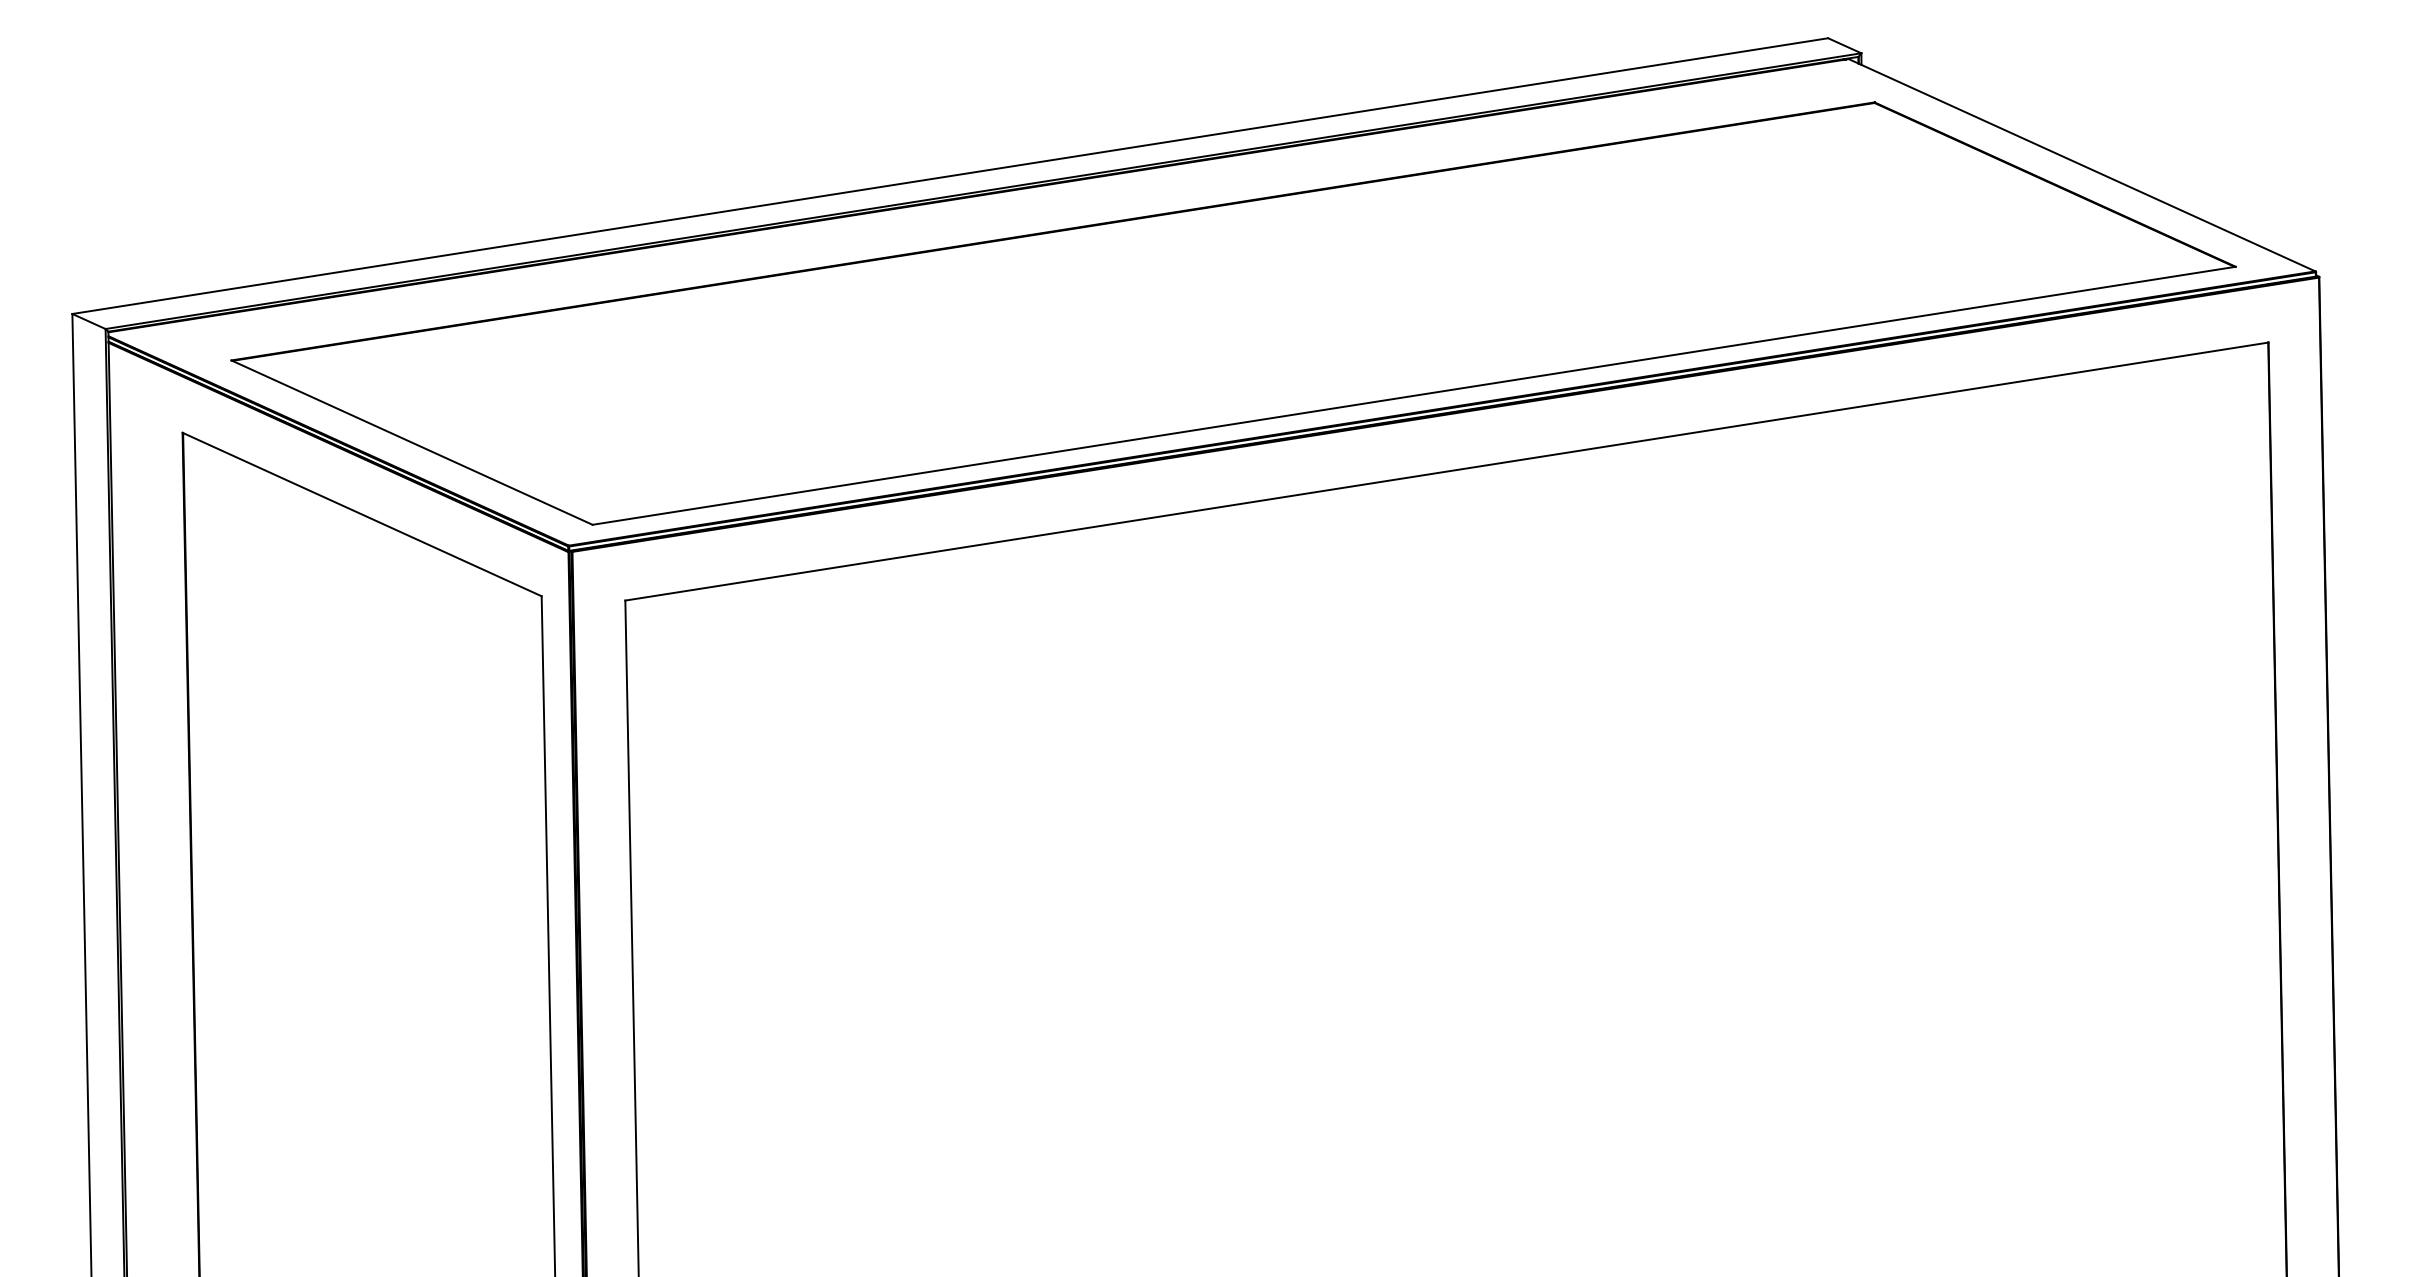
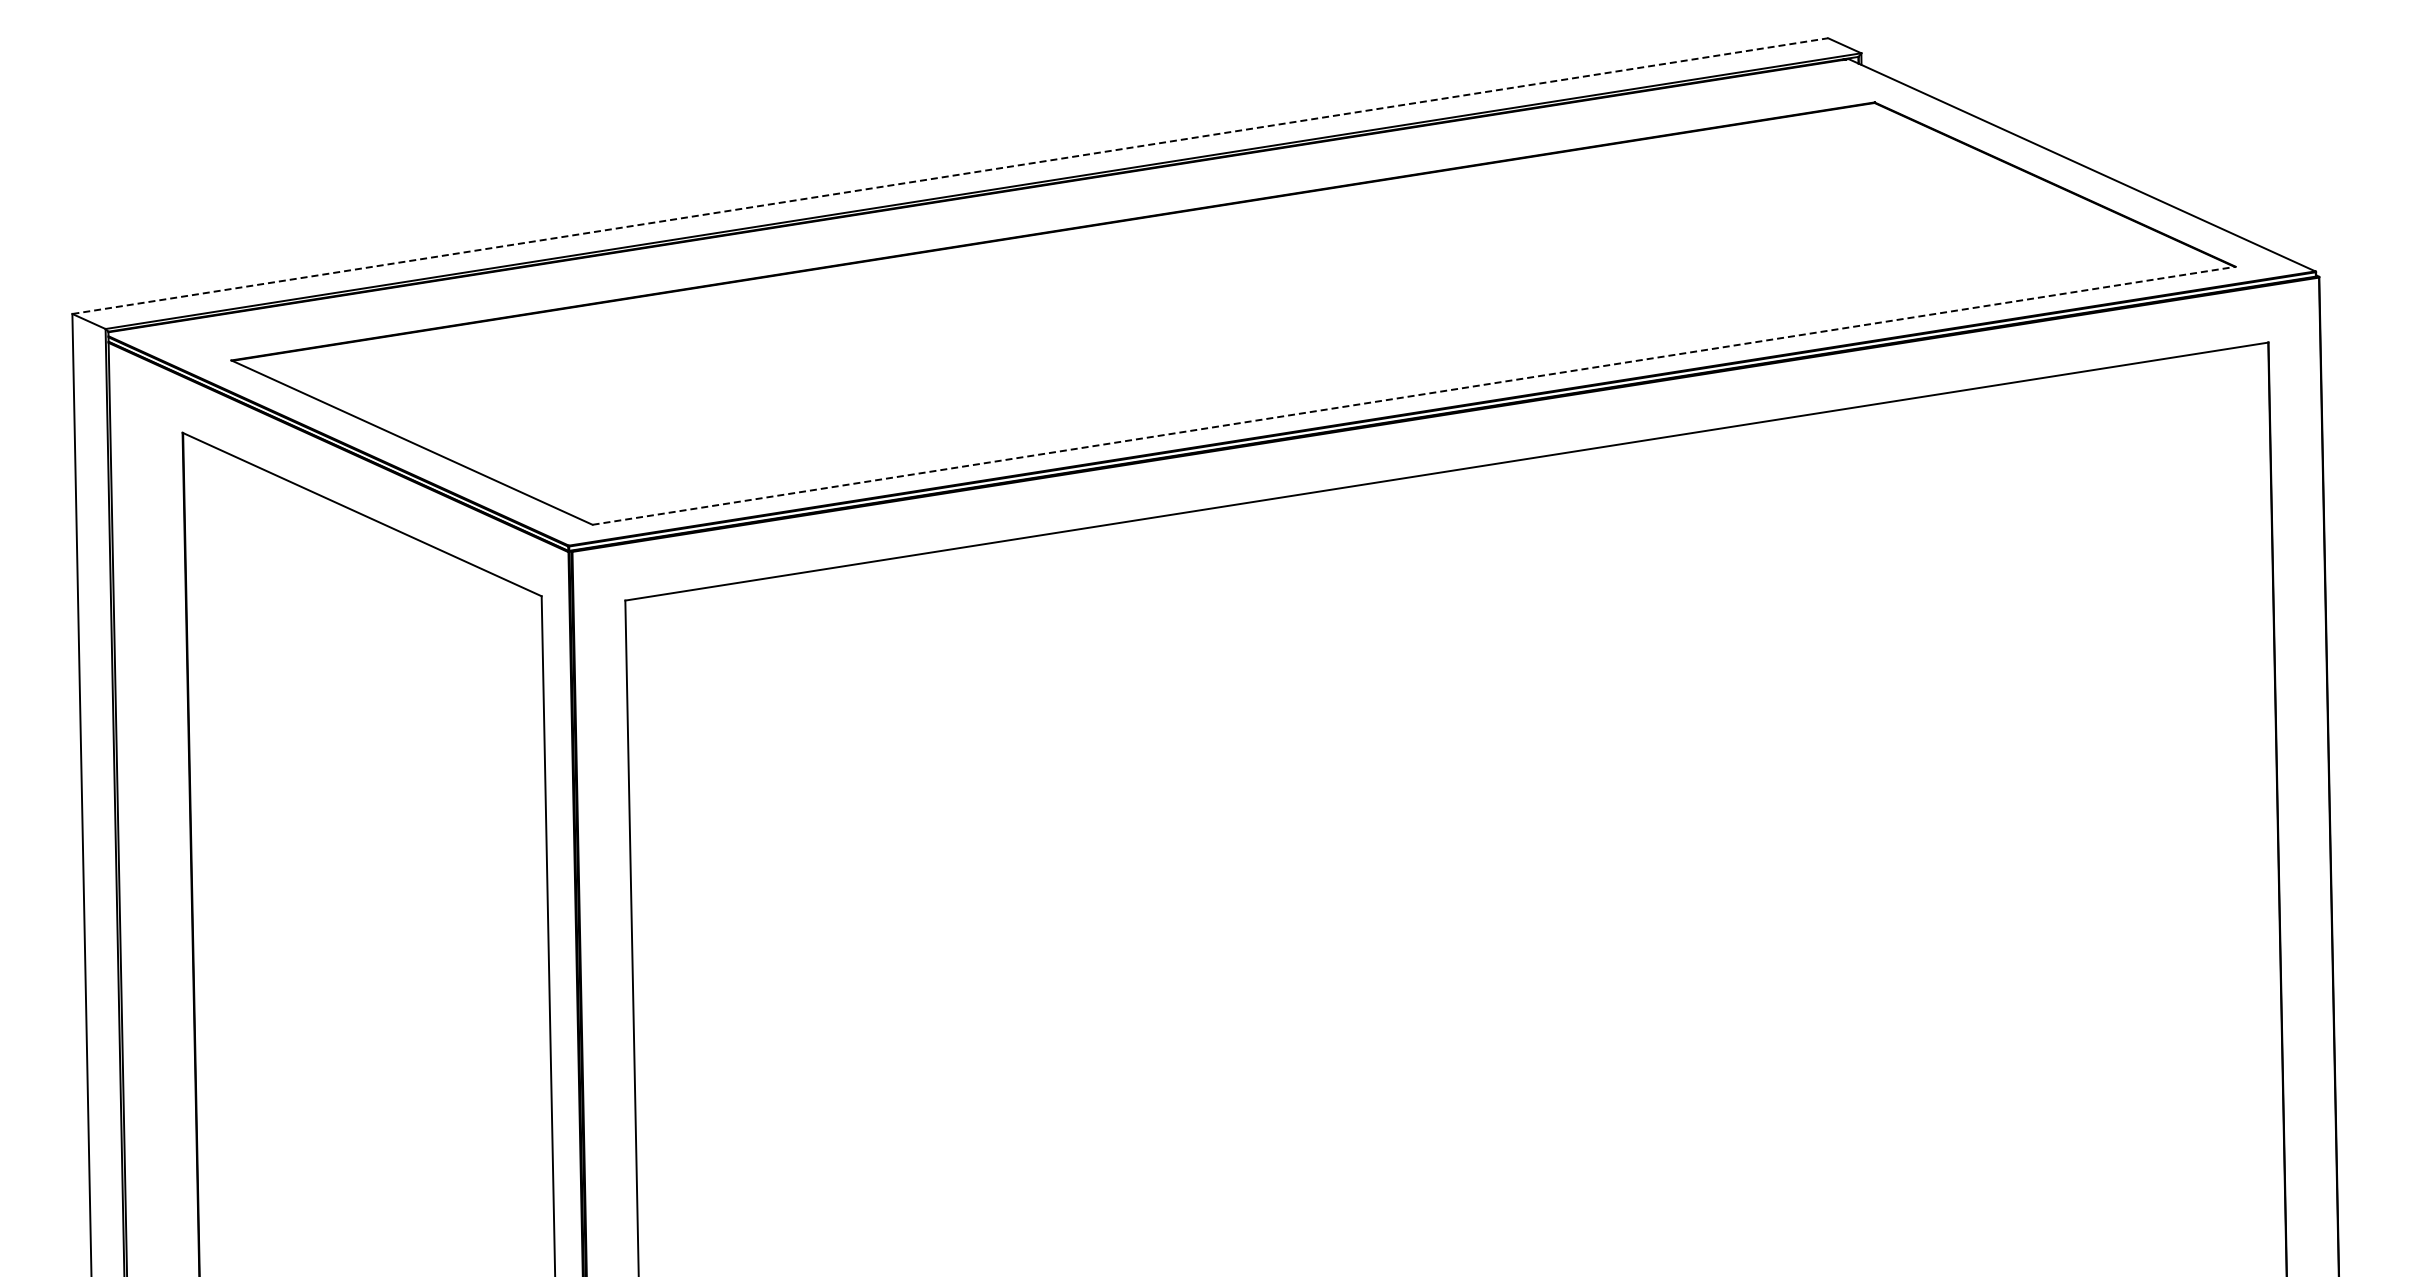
line at (950, 176): solid -> dashed
line at (1414, 395): solid -> dashed
